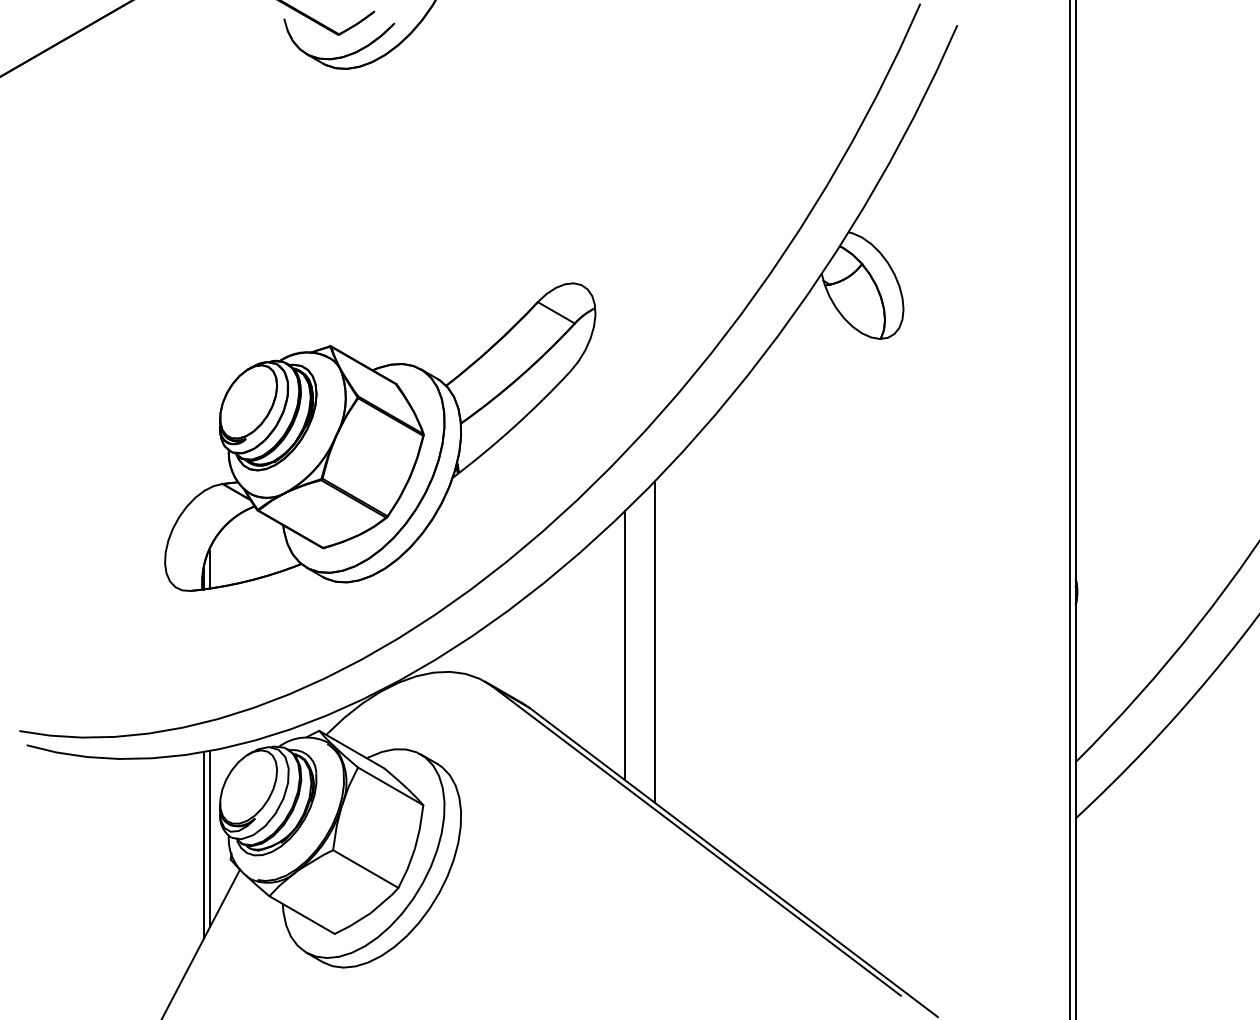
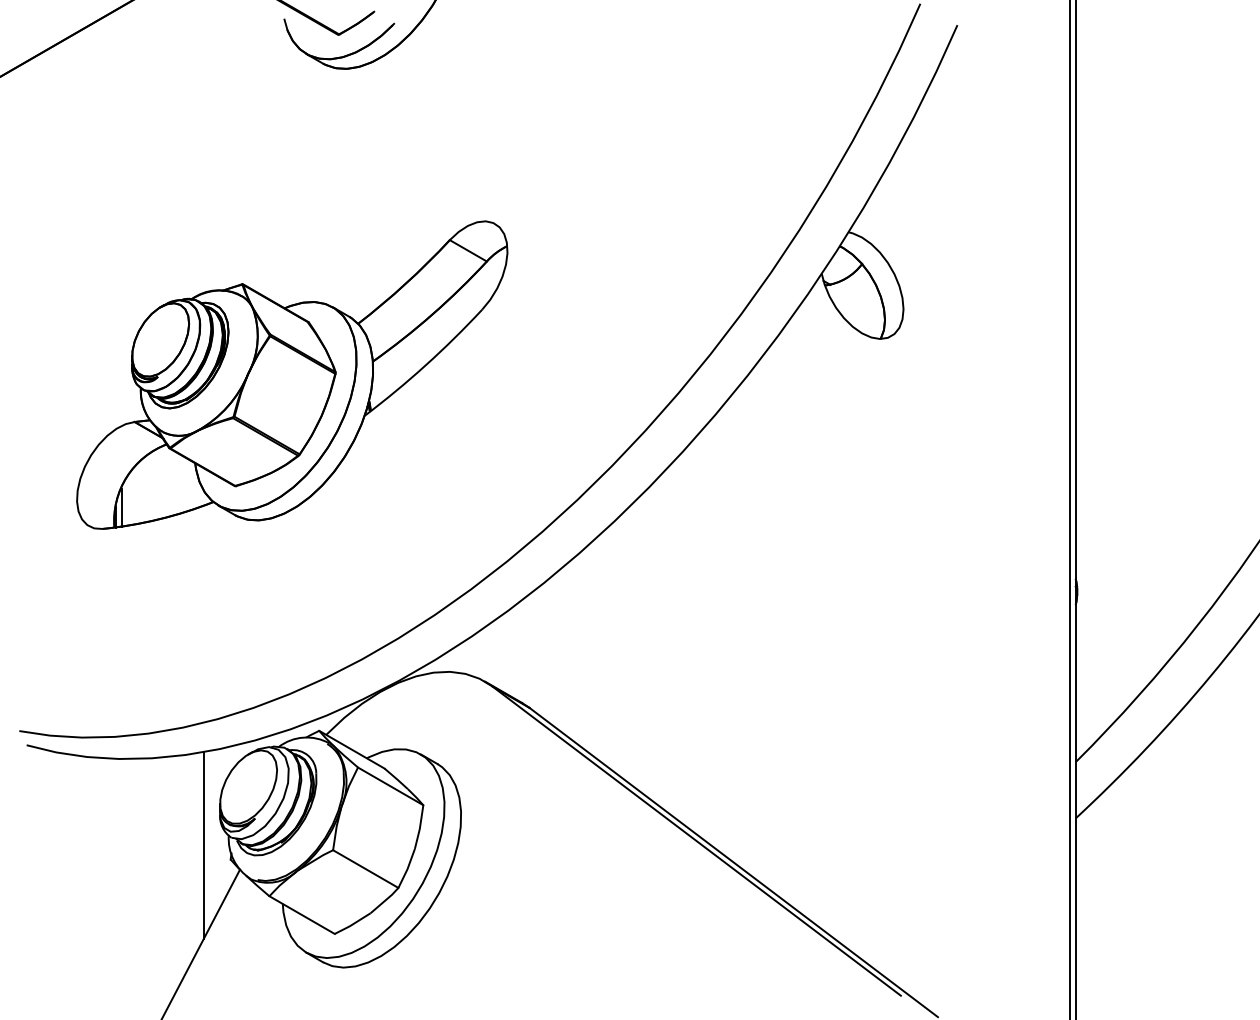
part at (380, 436) position: (380, 436) -> (292, 374)
line at (654, 641): present -> none
line at (624, 645): present -> none
line at (209, 839): present -> none
